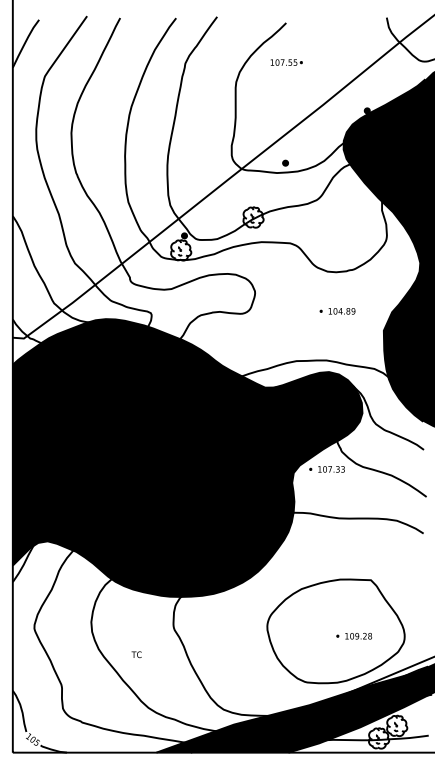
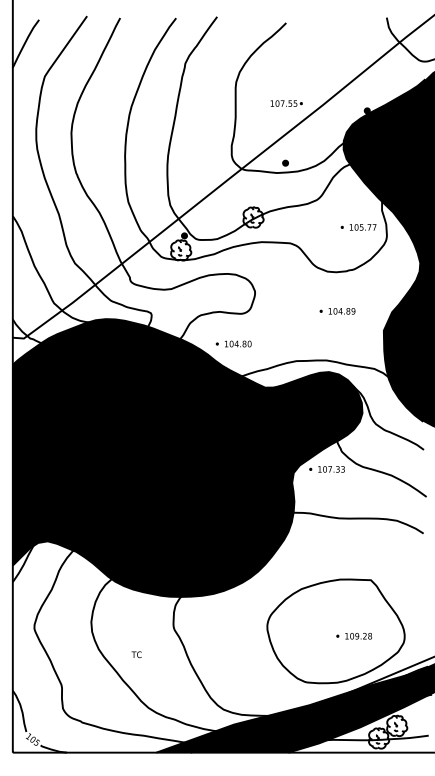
part at (286, 62) position: (286, 62) -> (286, 103)
part at (358, 227): none -> present
part at (233, 343): none -> present
